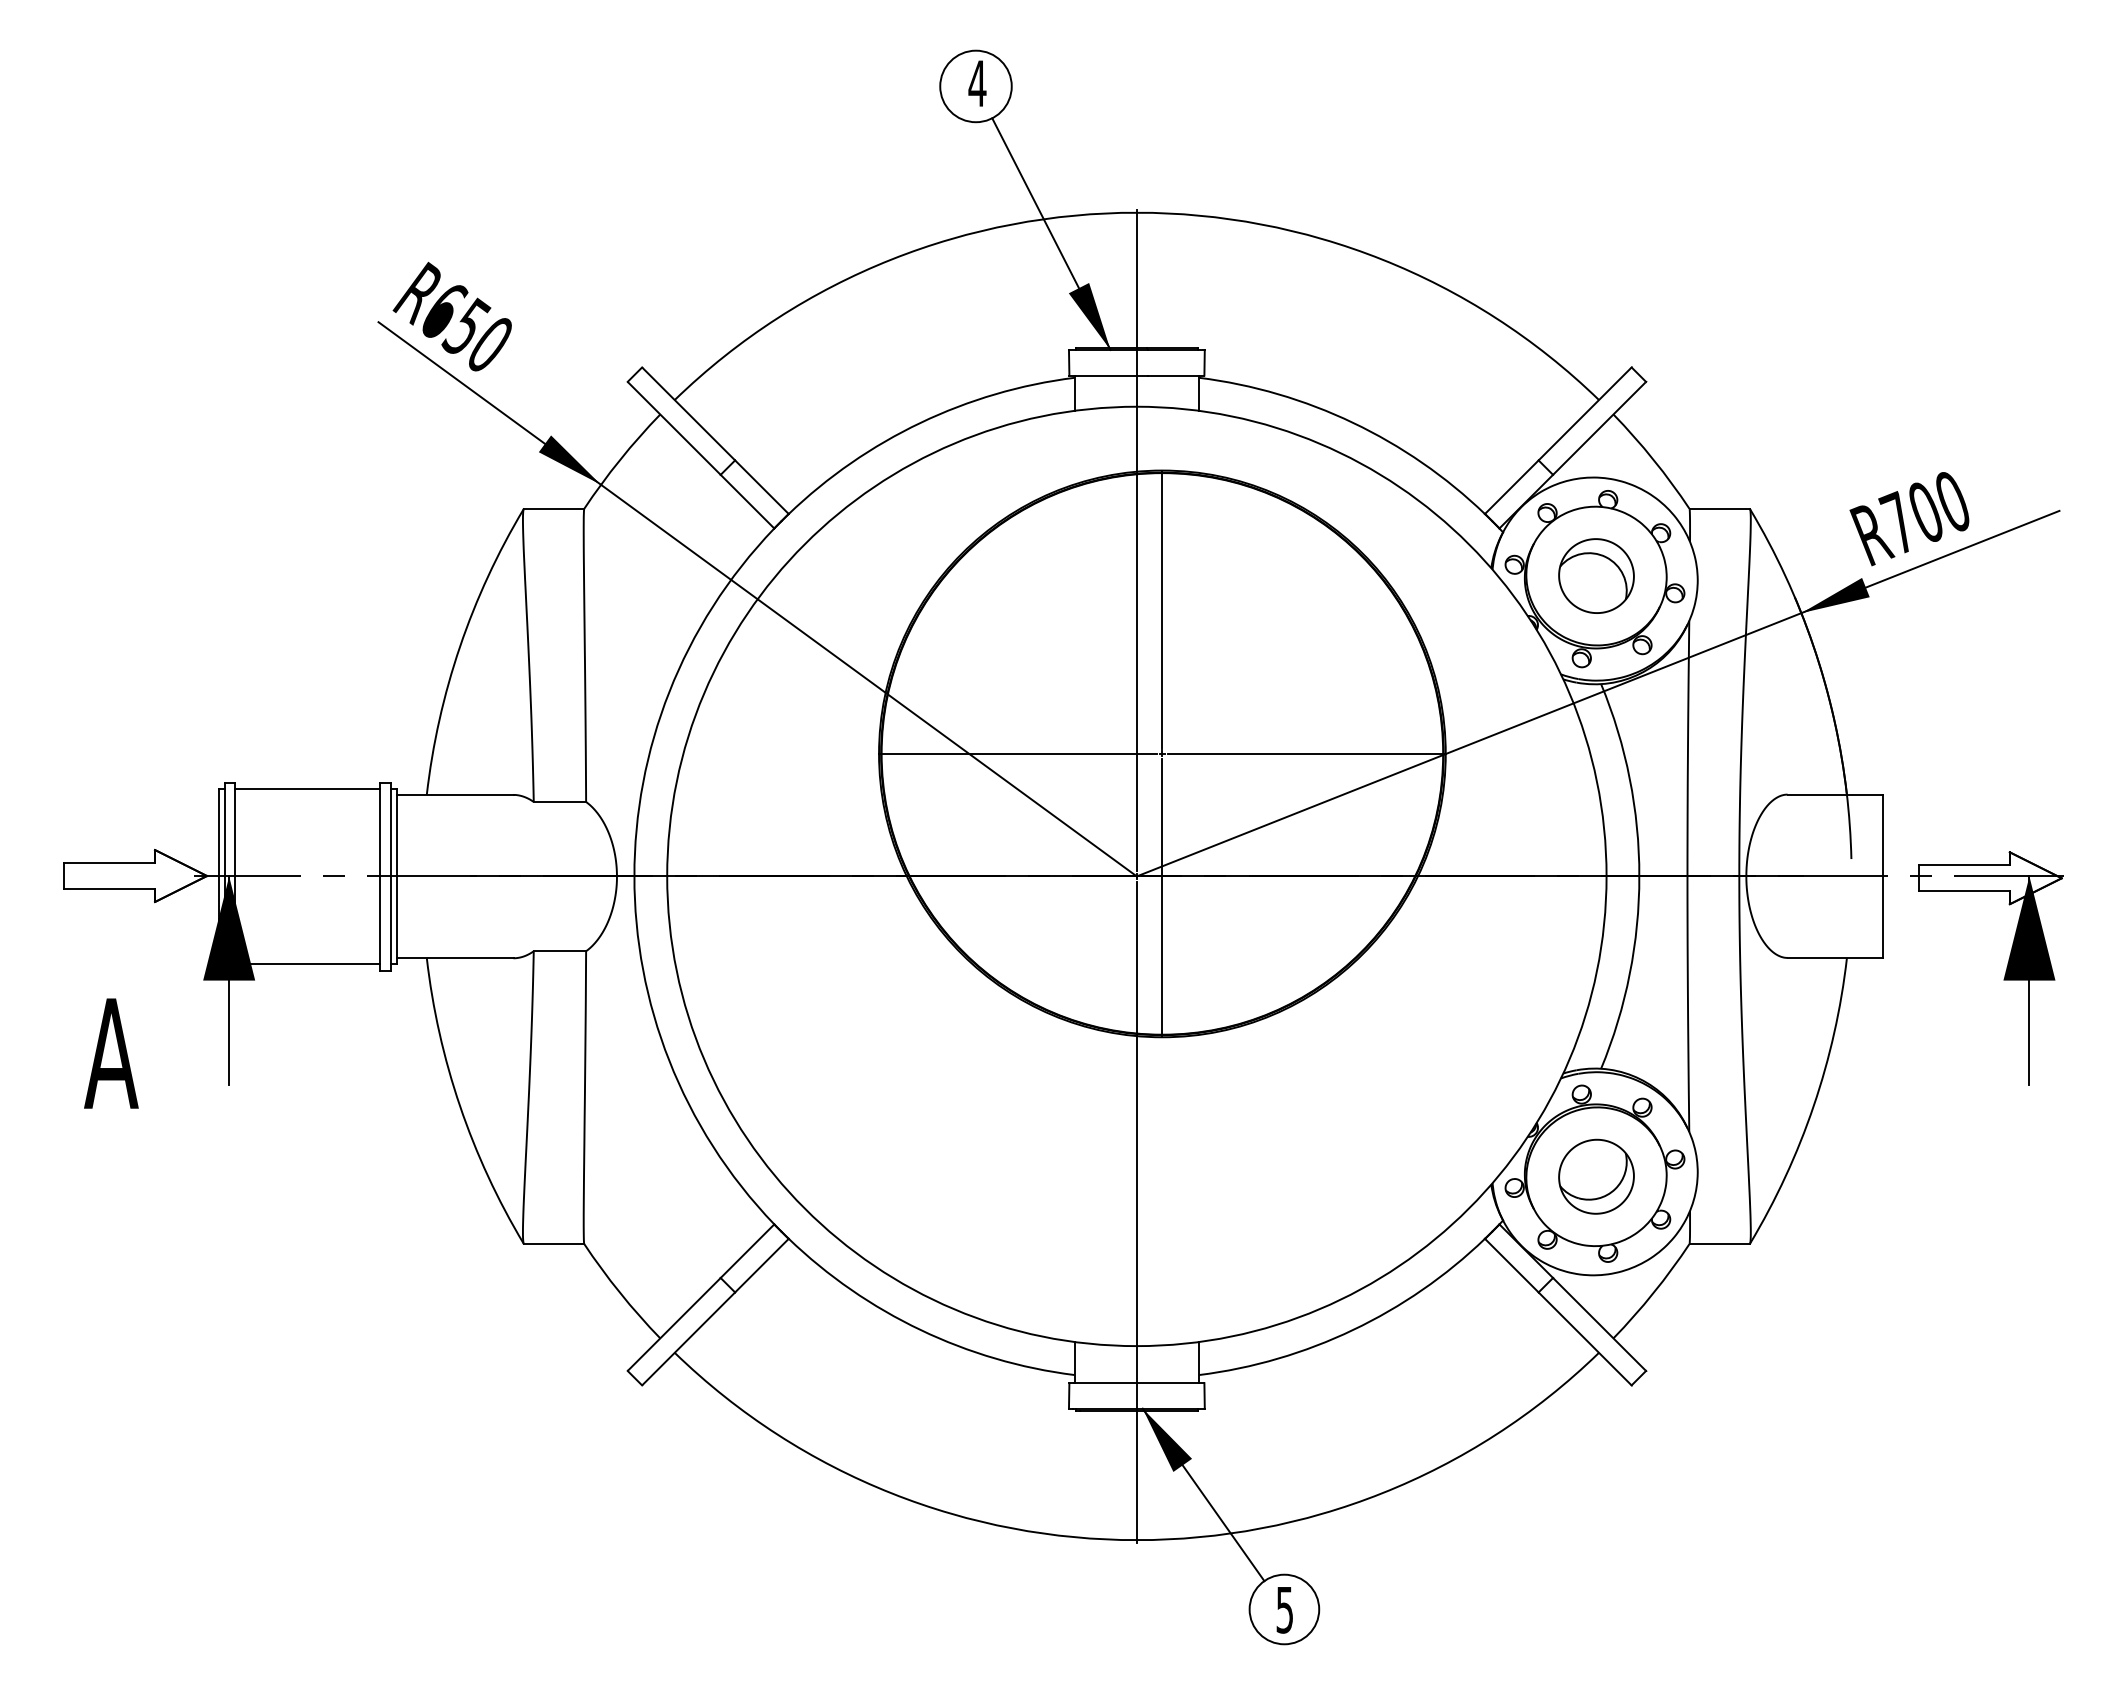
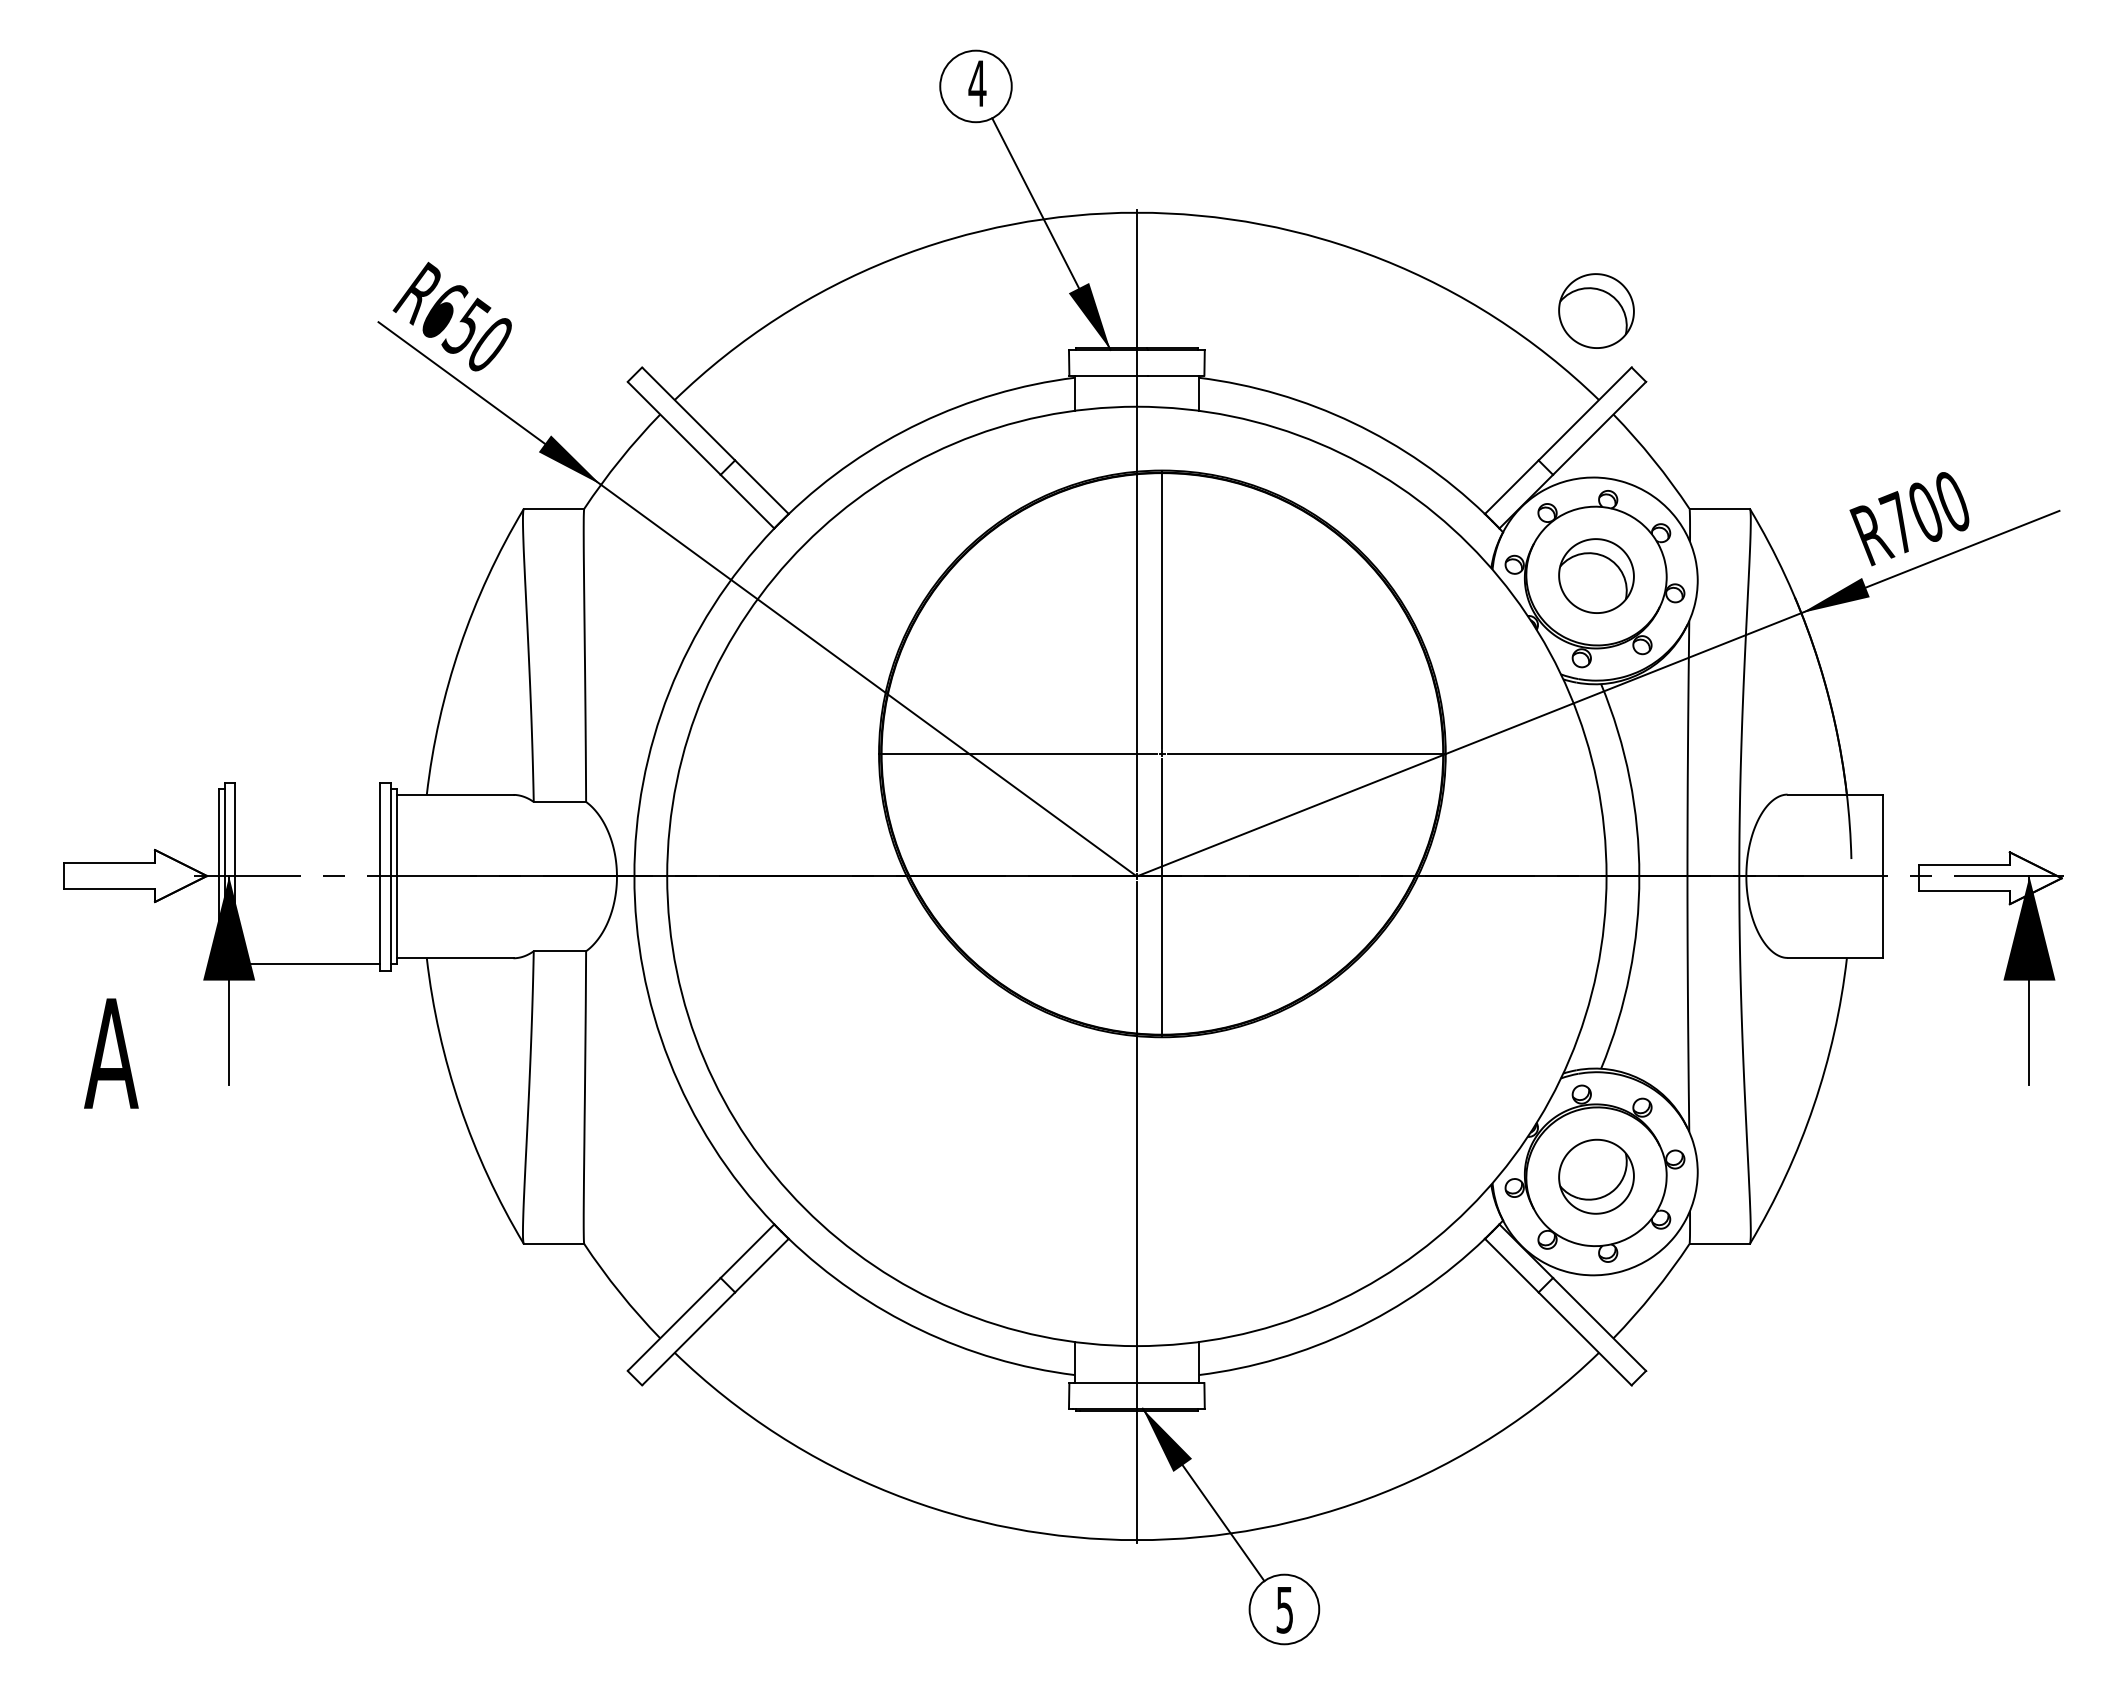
part at (1596, 310): none -> present
line at (307, 788): present -> none
